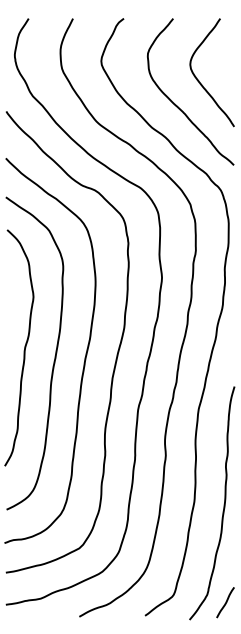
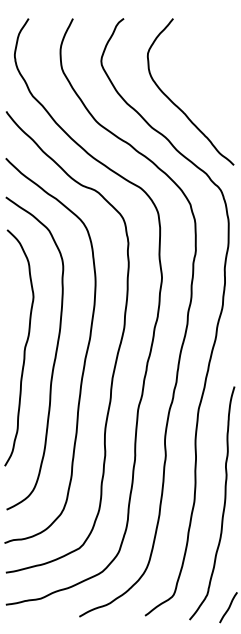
curve at (199, 80): present -> none
line at (225, 602) position: (225, 602) -> (228, 607)
